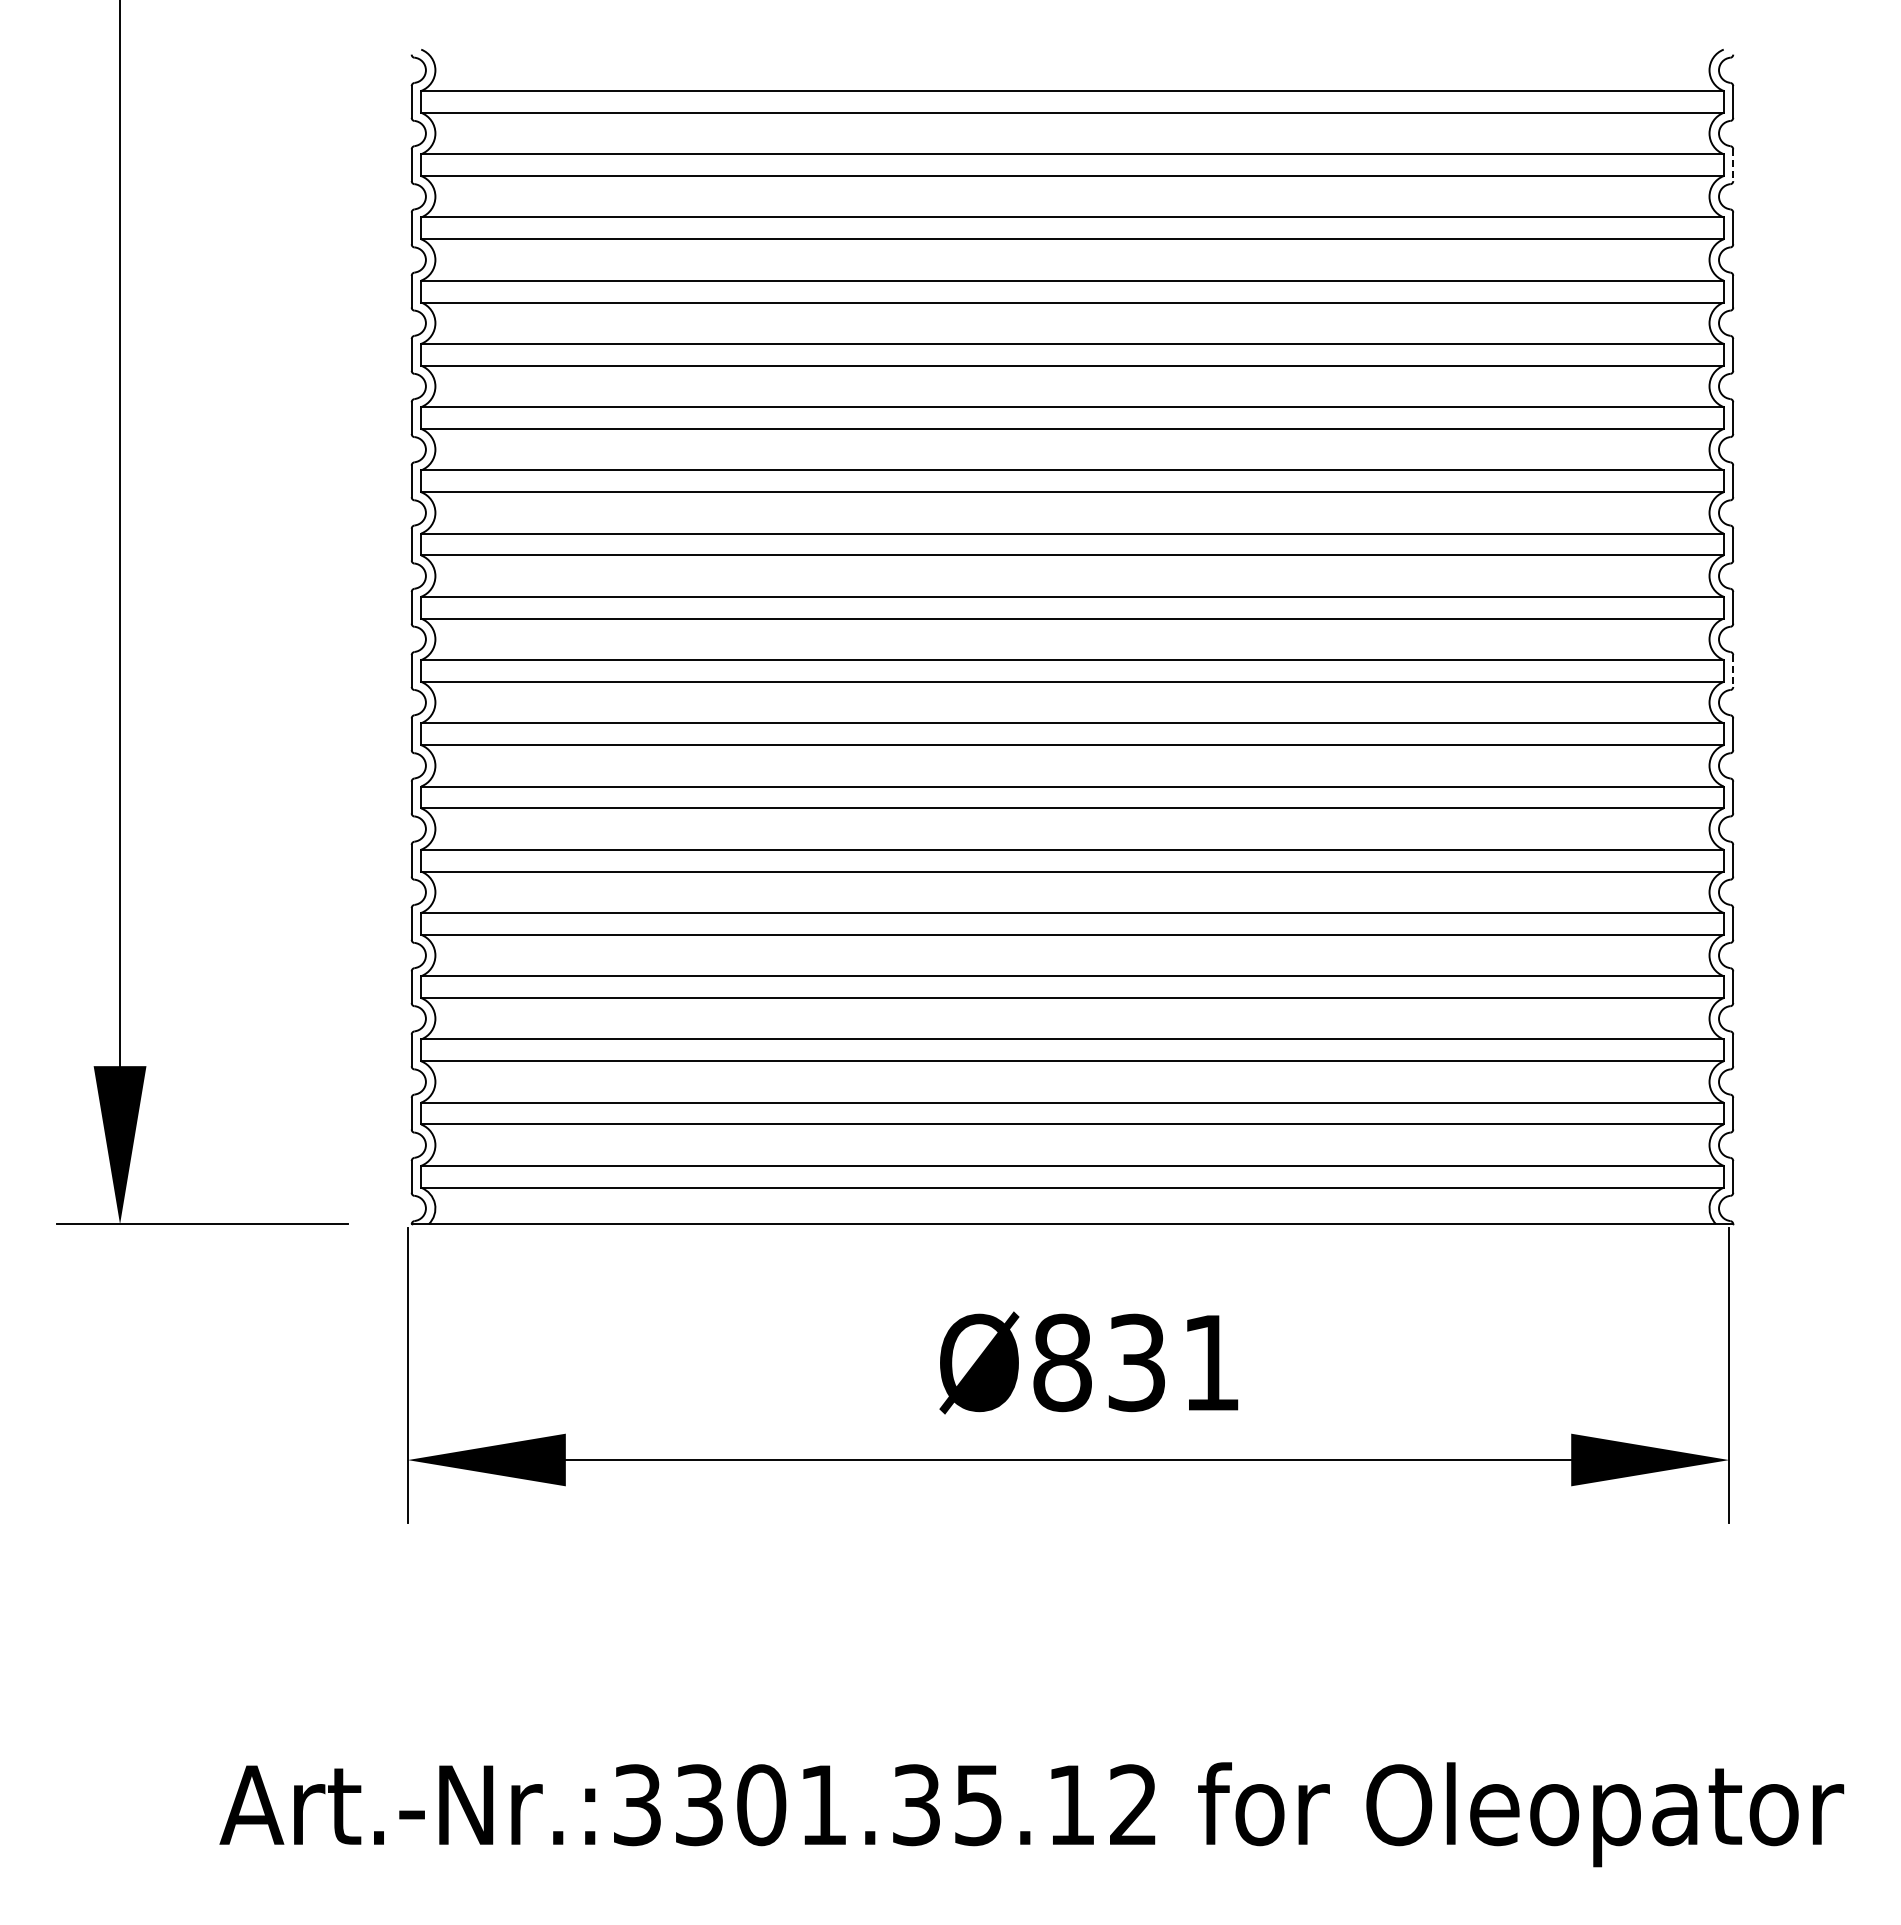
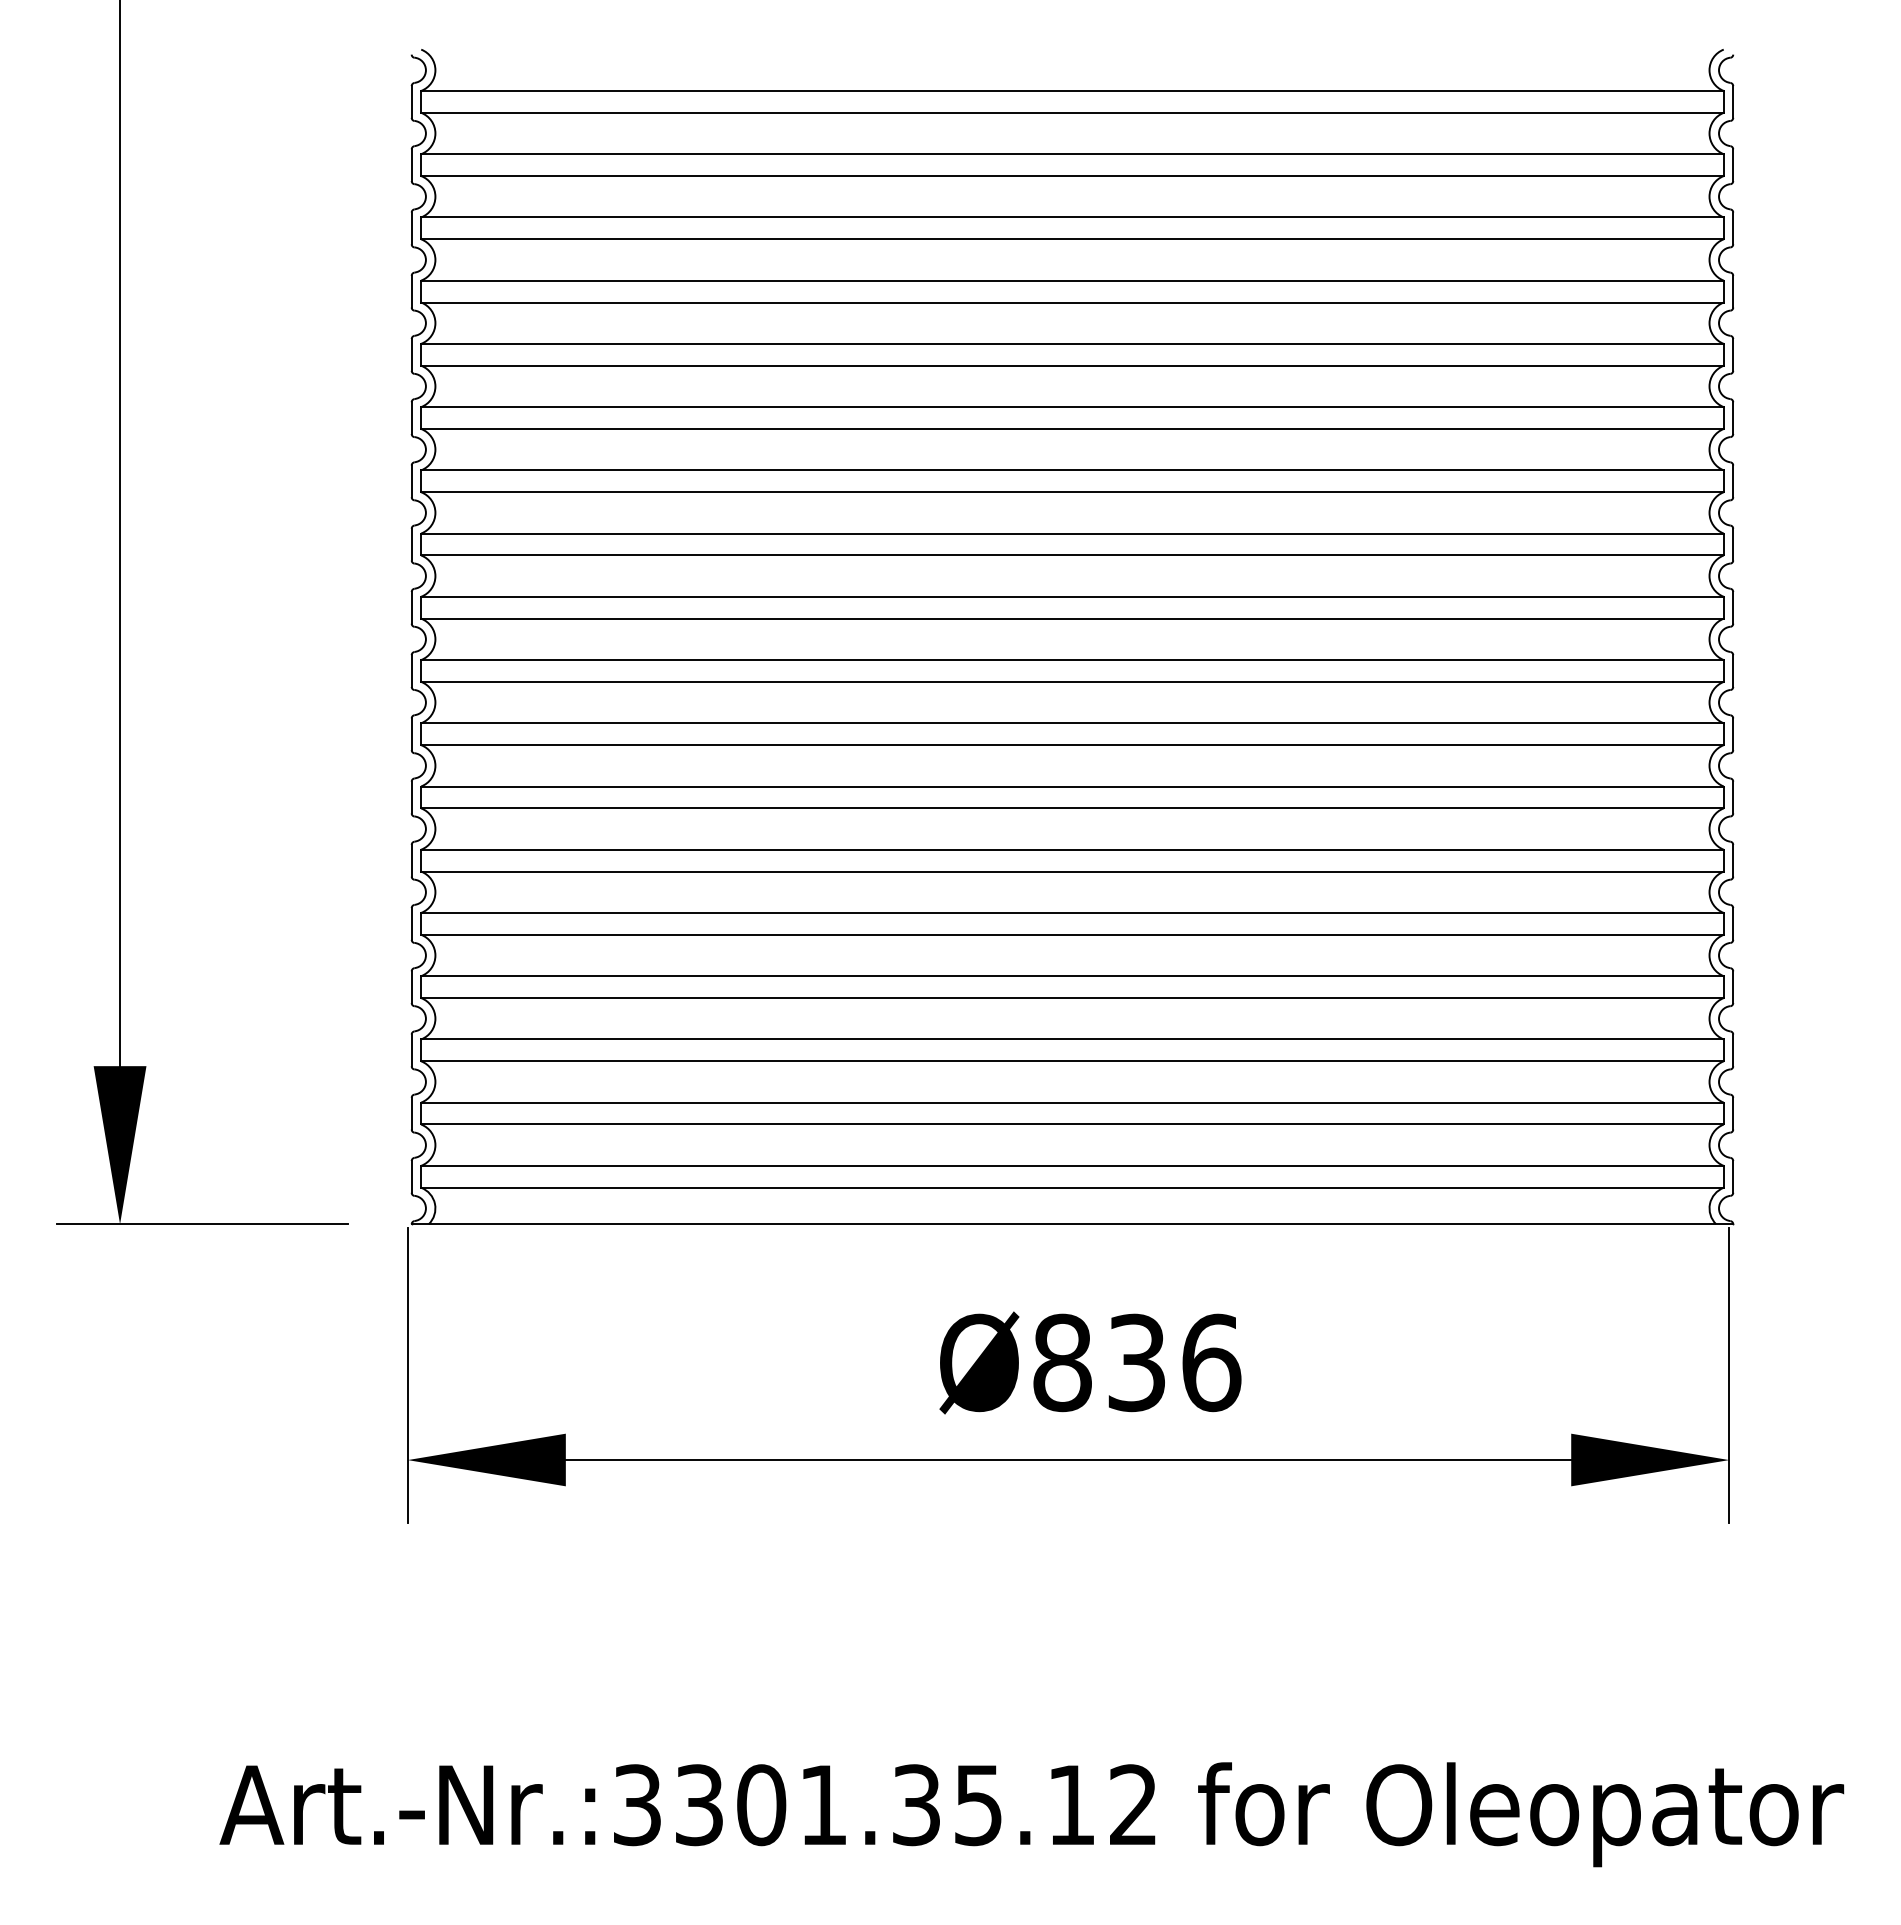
line at (1733, 165): dashed -> solid
line at (1733, 671): dashed -> solid
text at (1211, 1362): Ø831 -> Ø836
